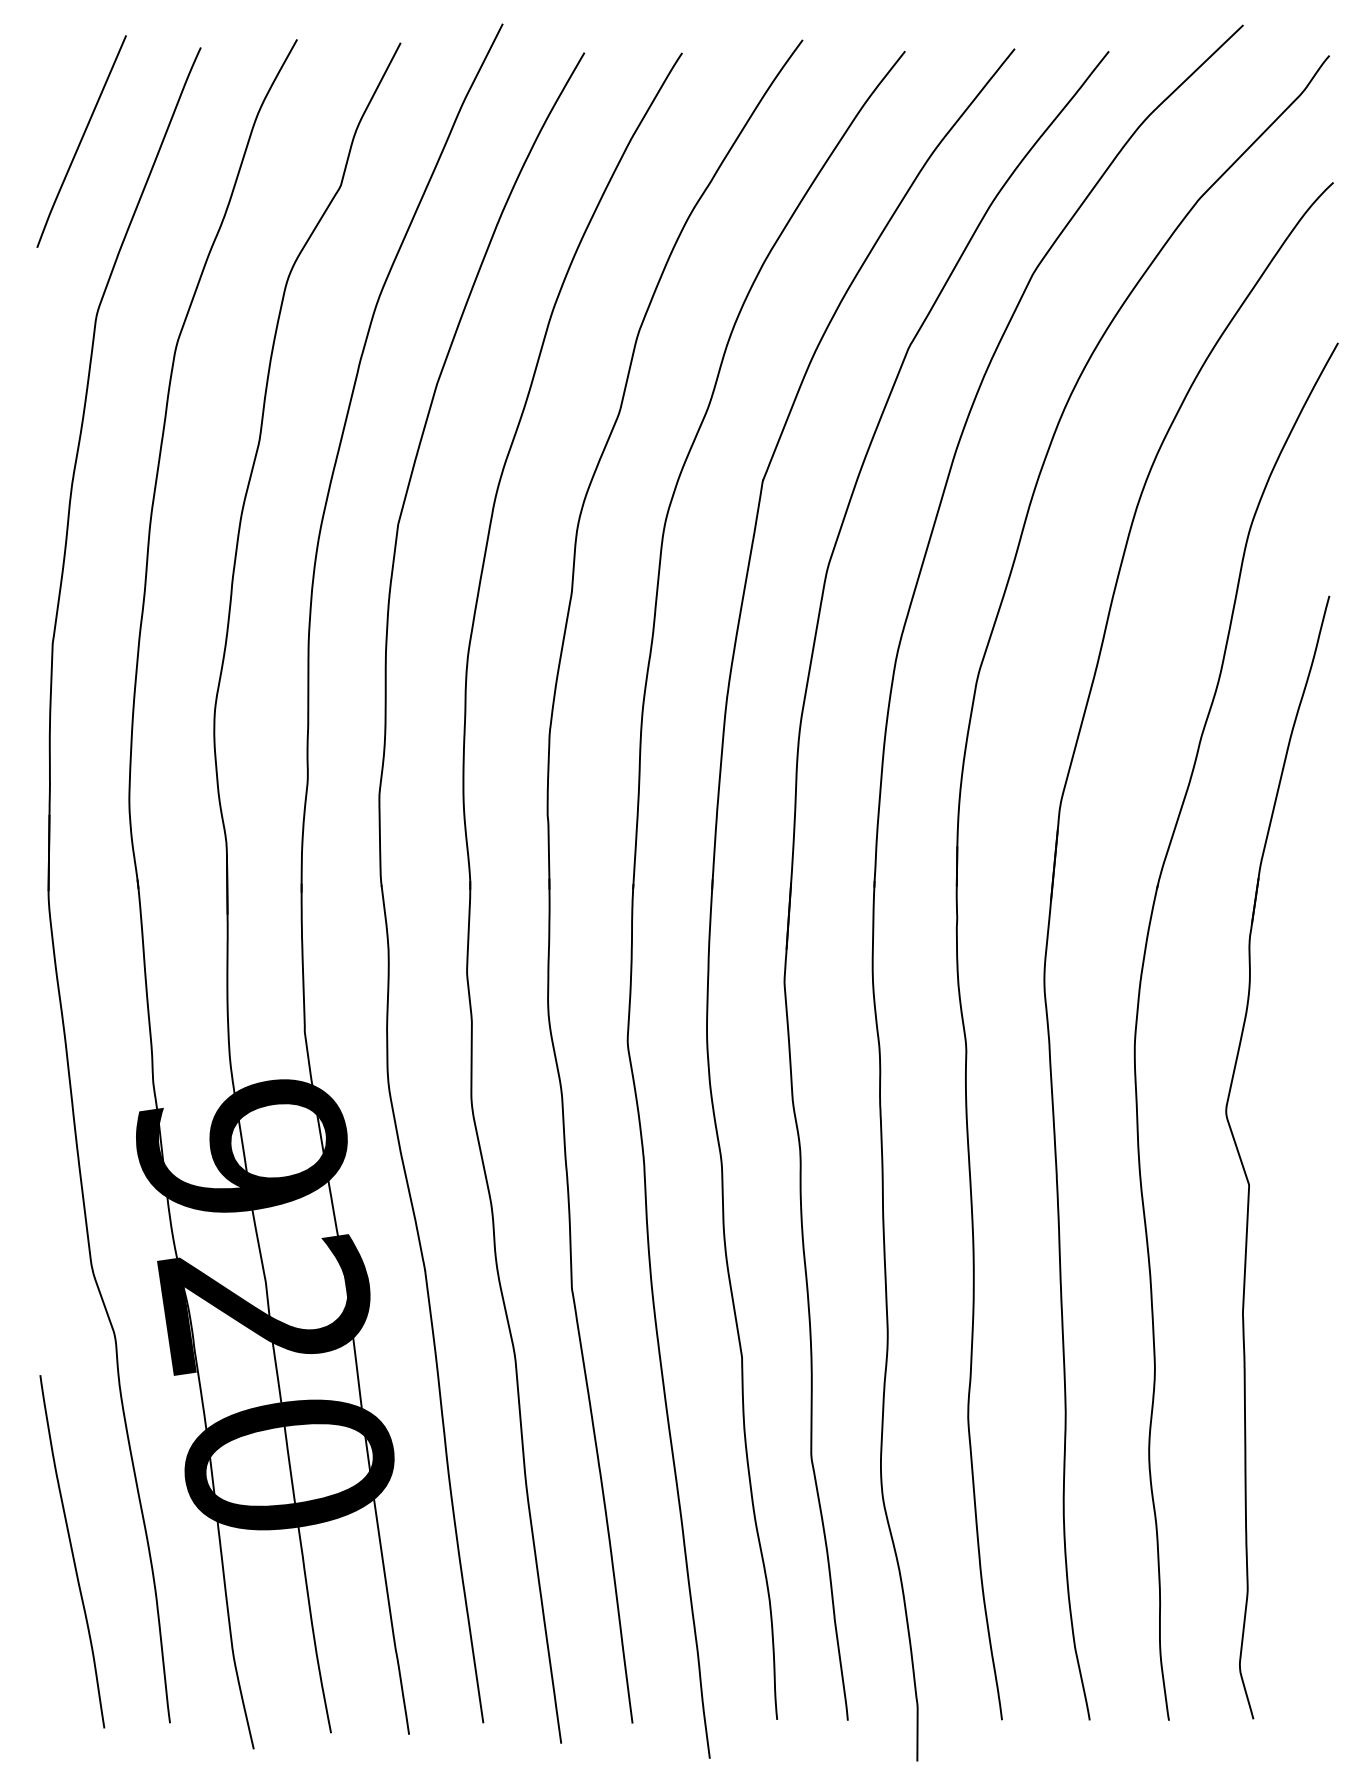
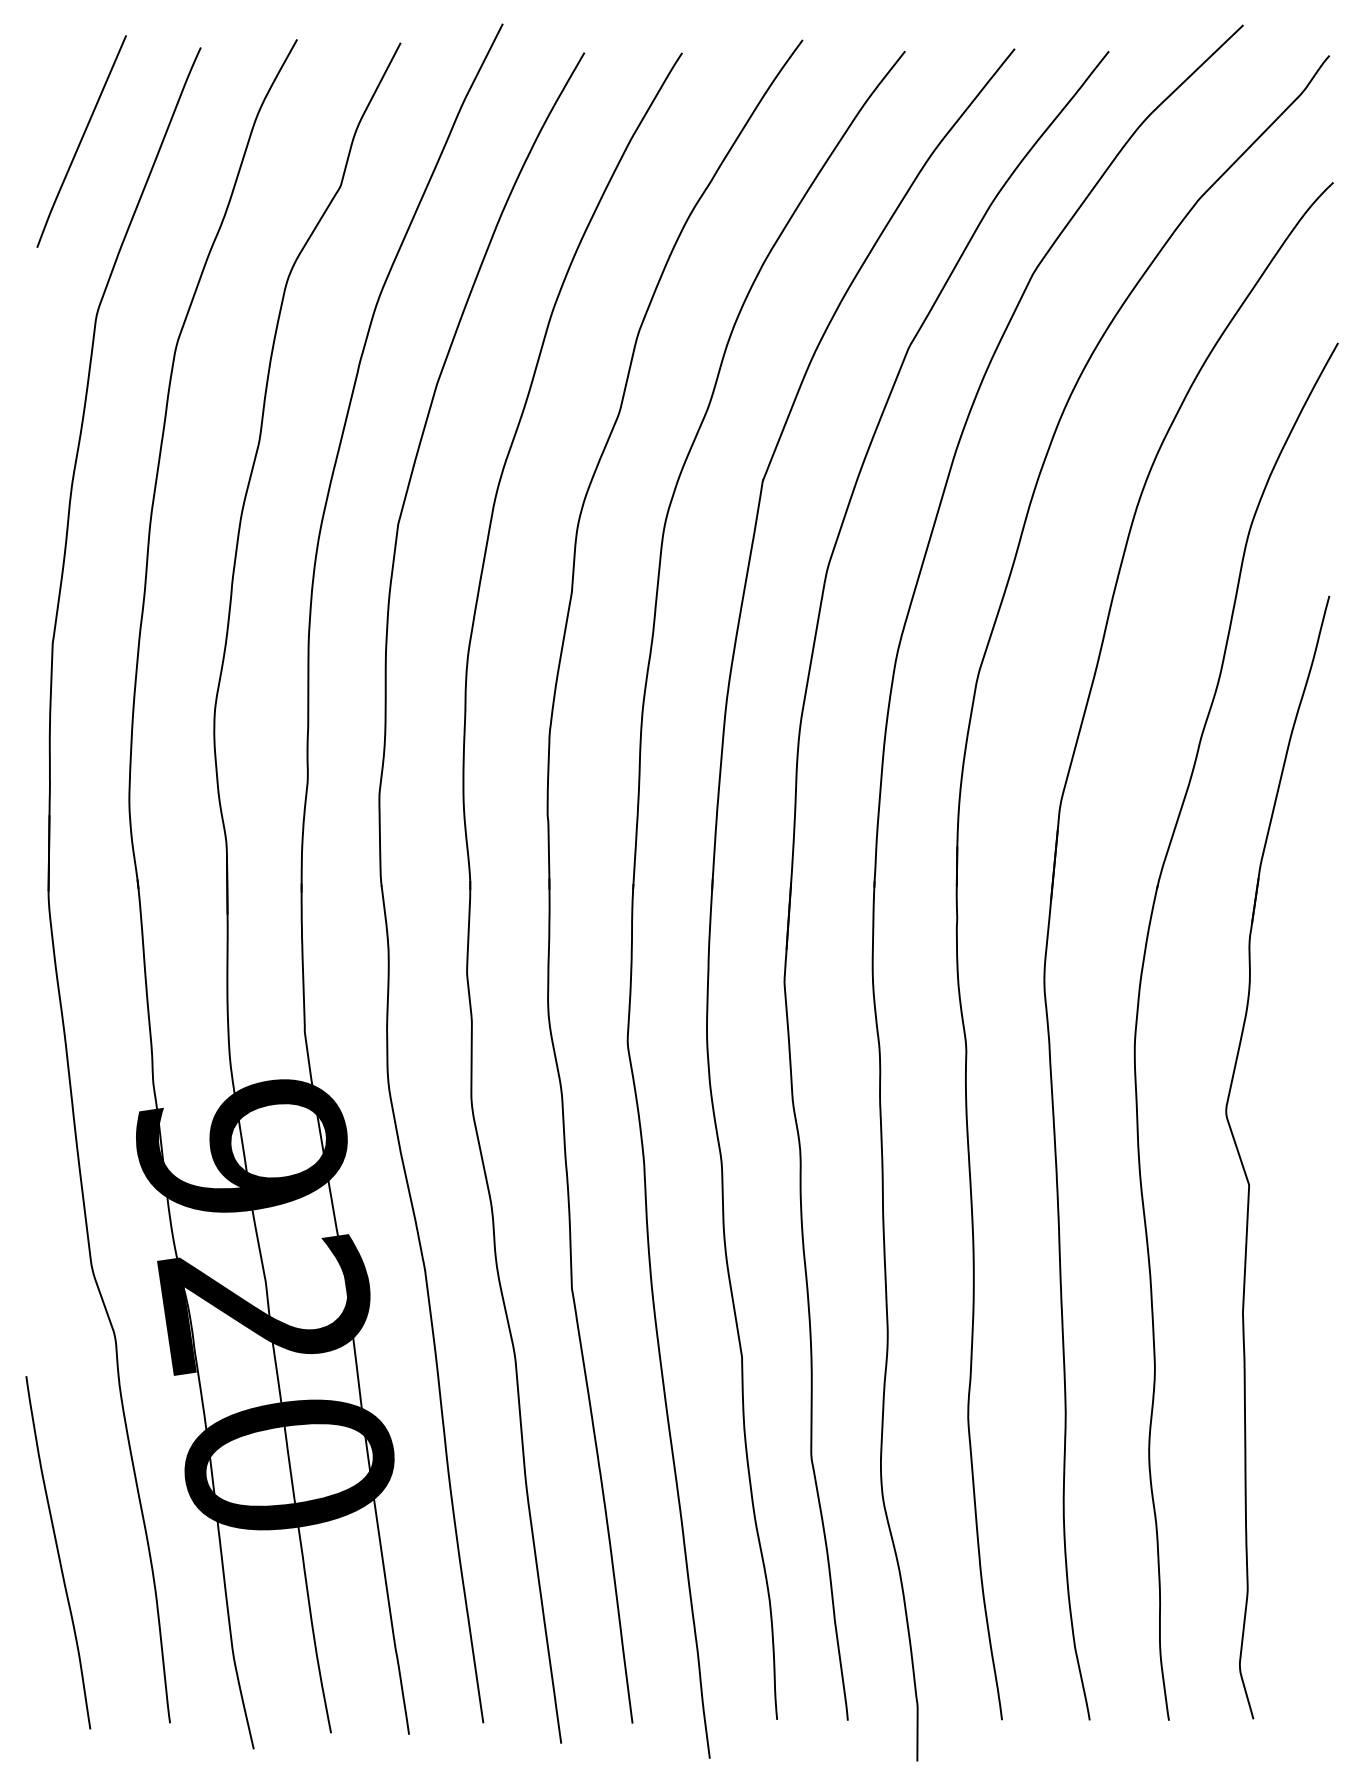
curve at (72, 1551) position: (72, 1551) -> (58, 1552)
